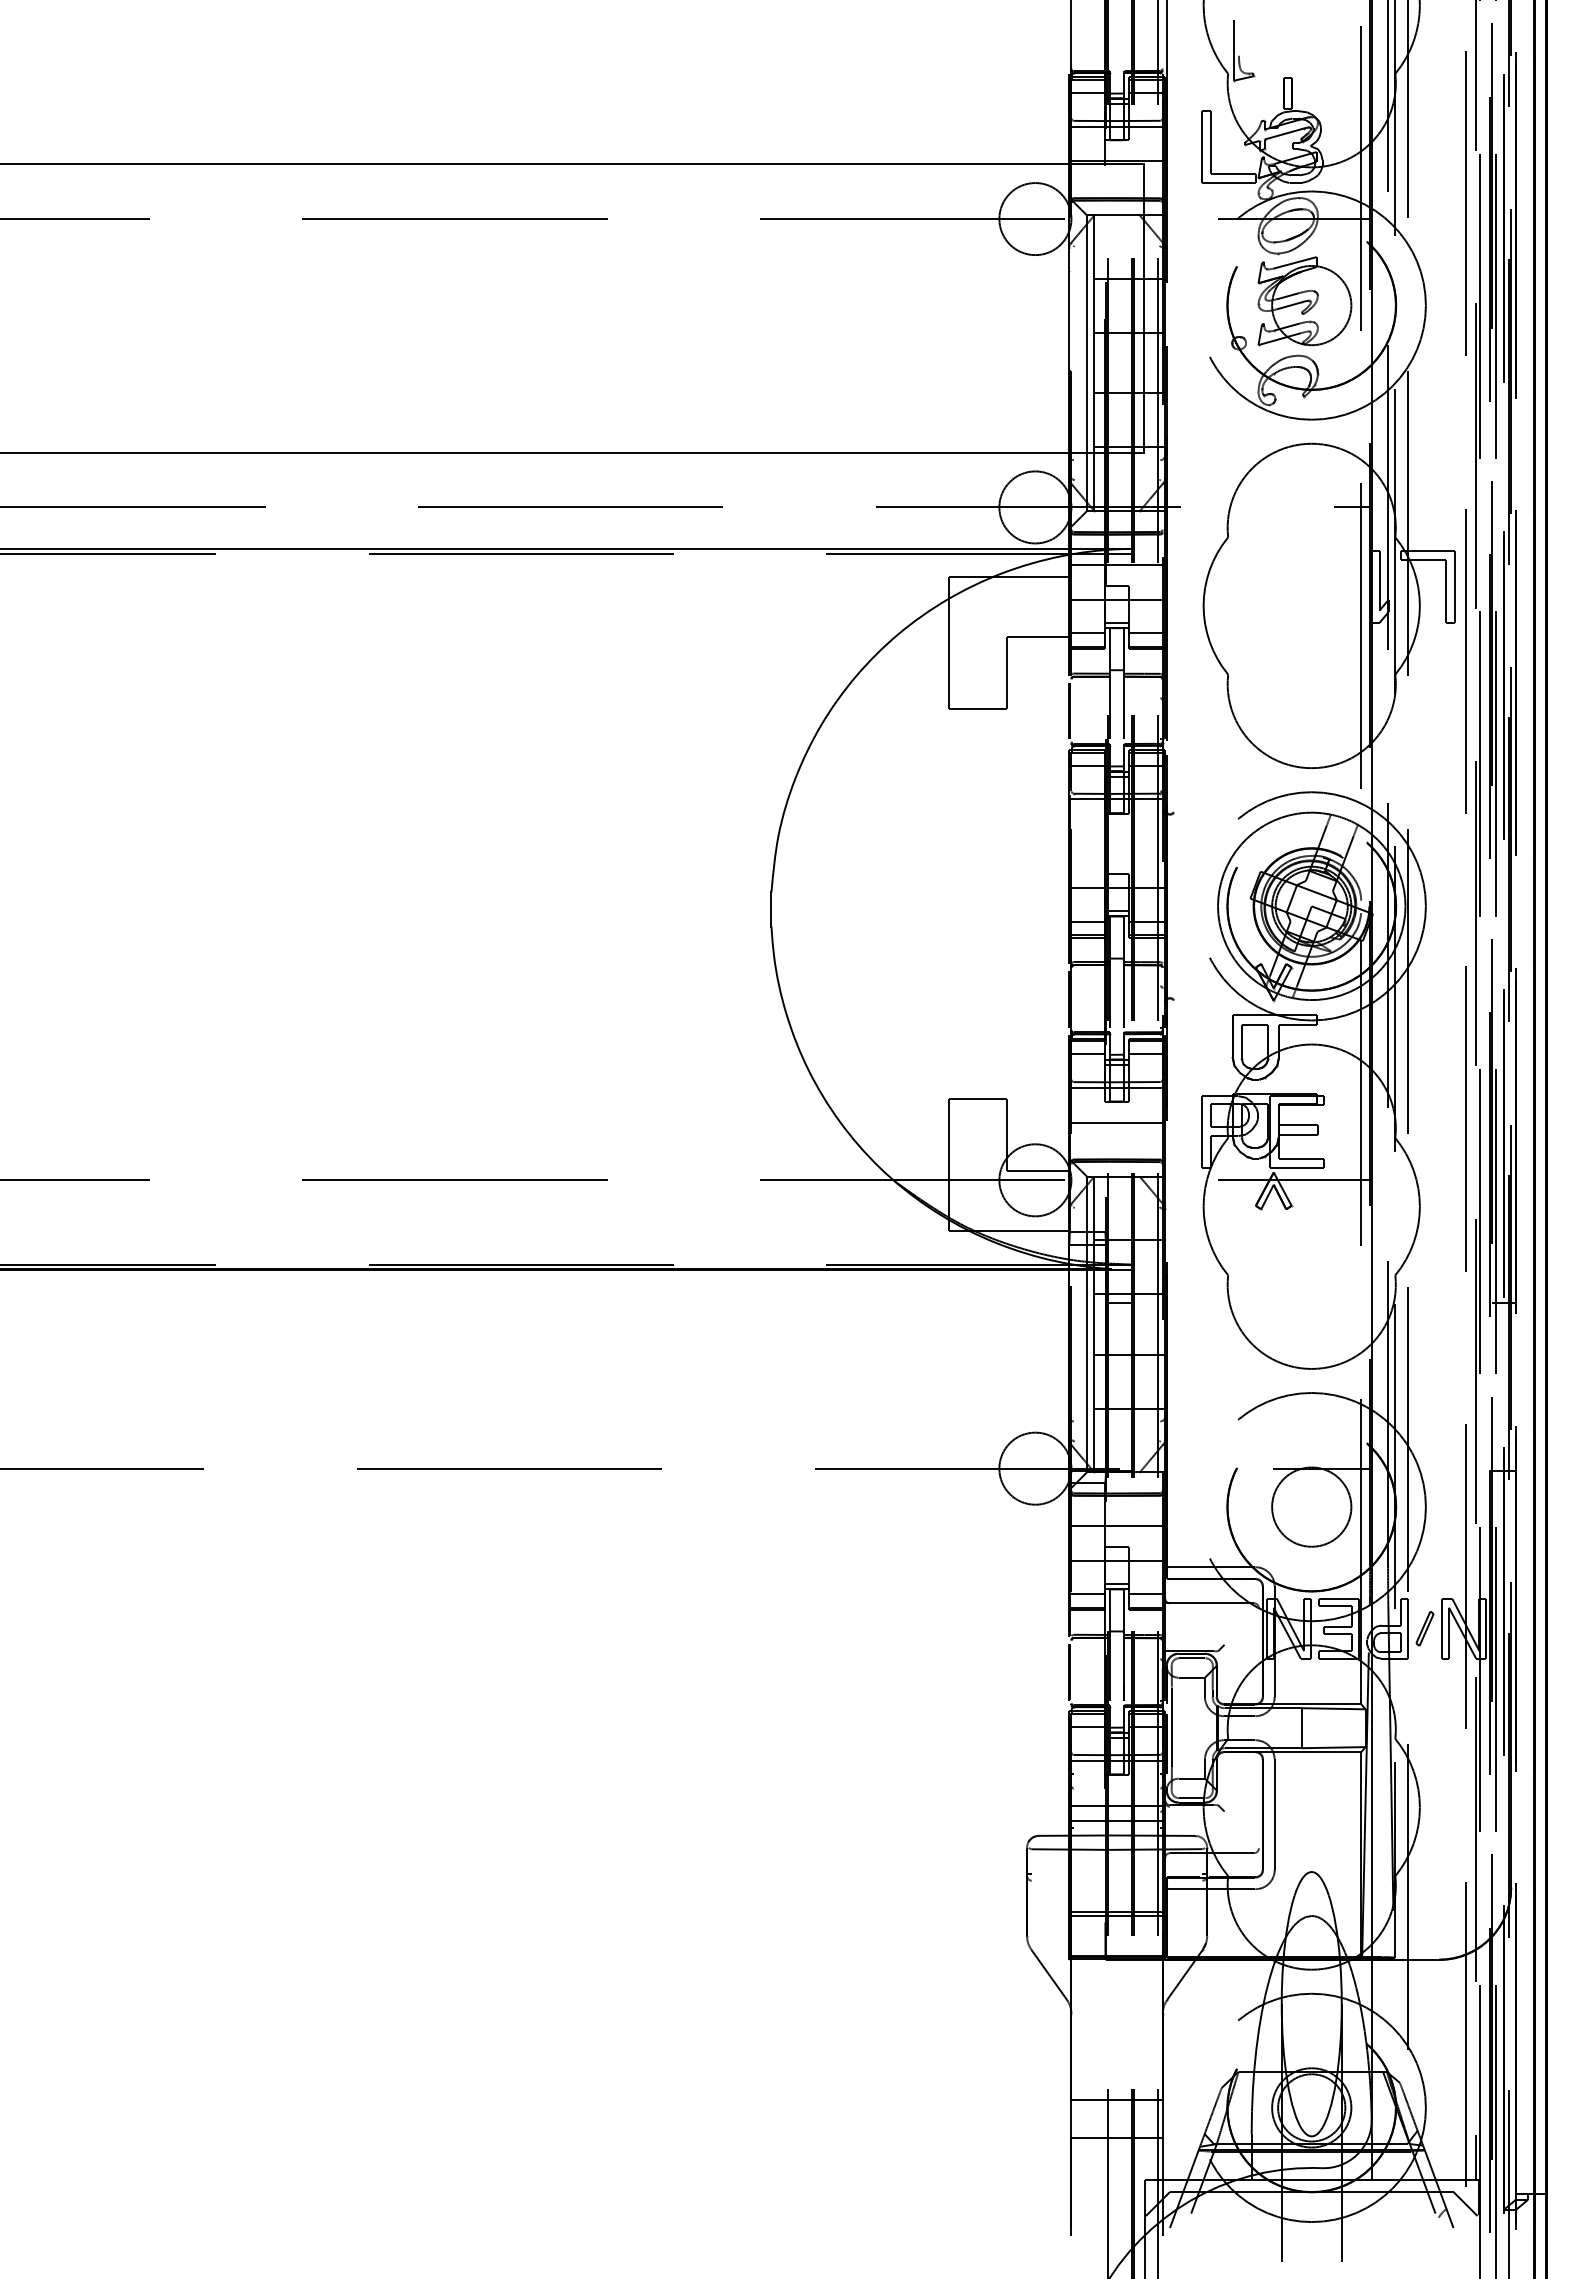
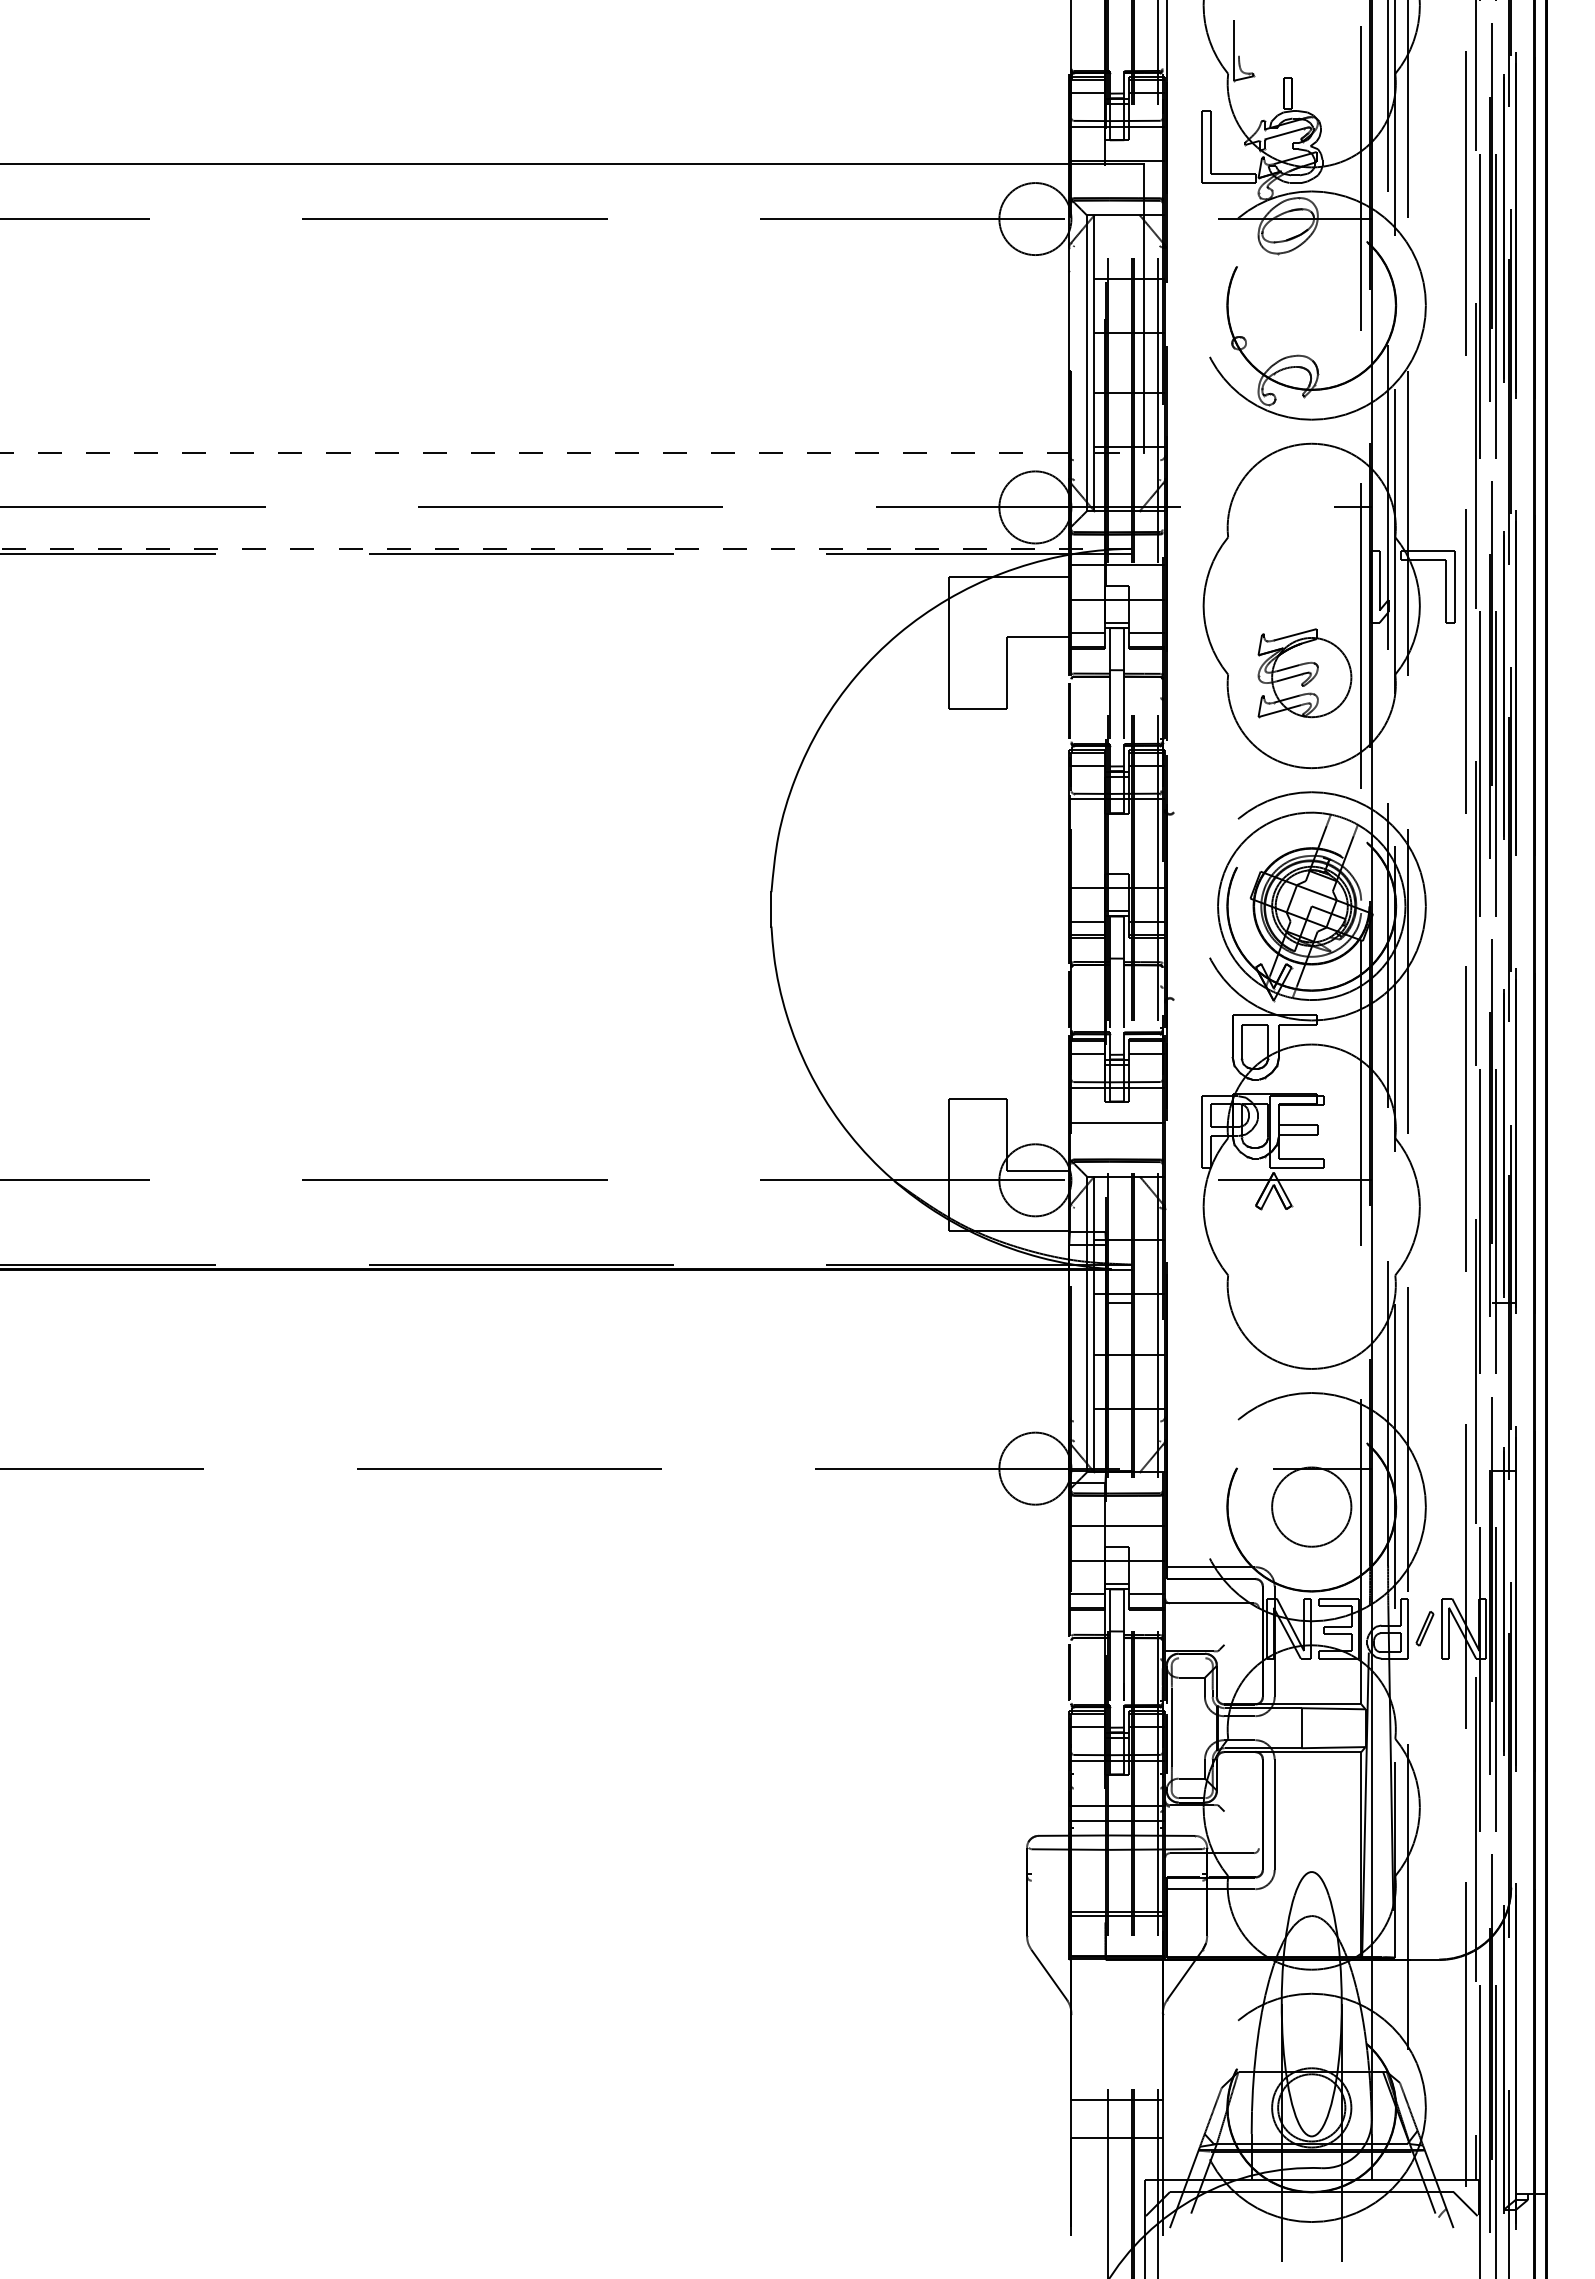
part at (1304, 301) position: (1304, 301) -> (1304, 673)
line at (572, 452): solid -> dashed
line at (565, 548): solid -> dashed
line at (1192, 1658): present -> none
